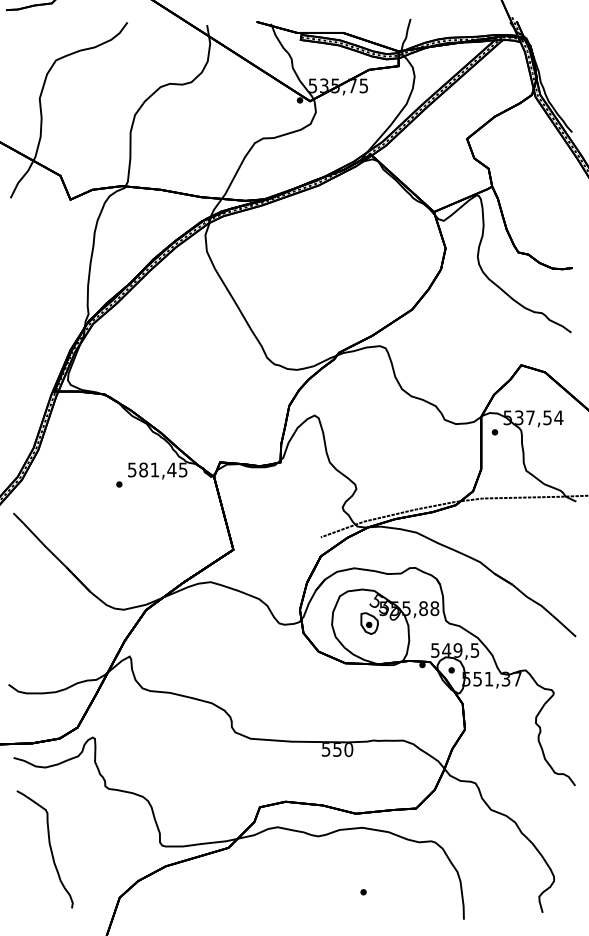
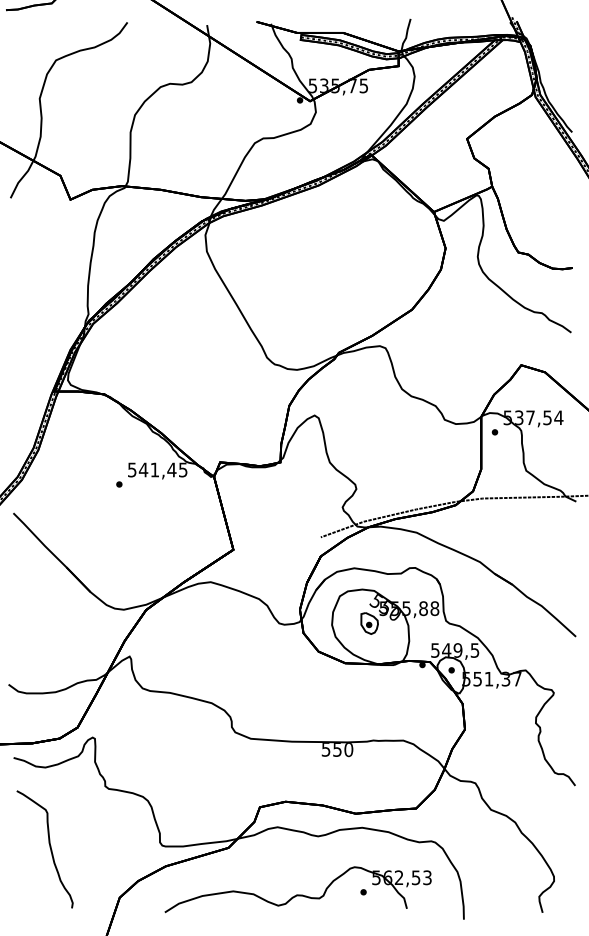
text at (143, 469): 581,45 -> 541,45
part at (297, 889): none -> present
